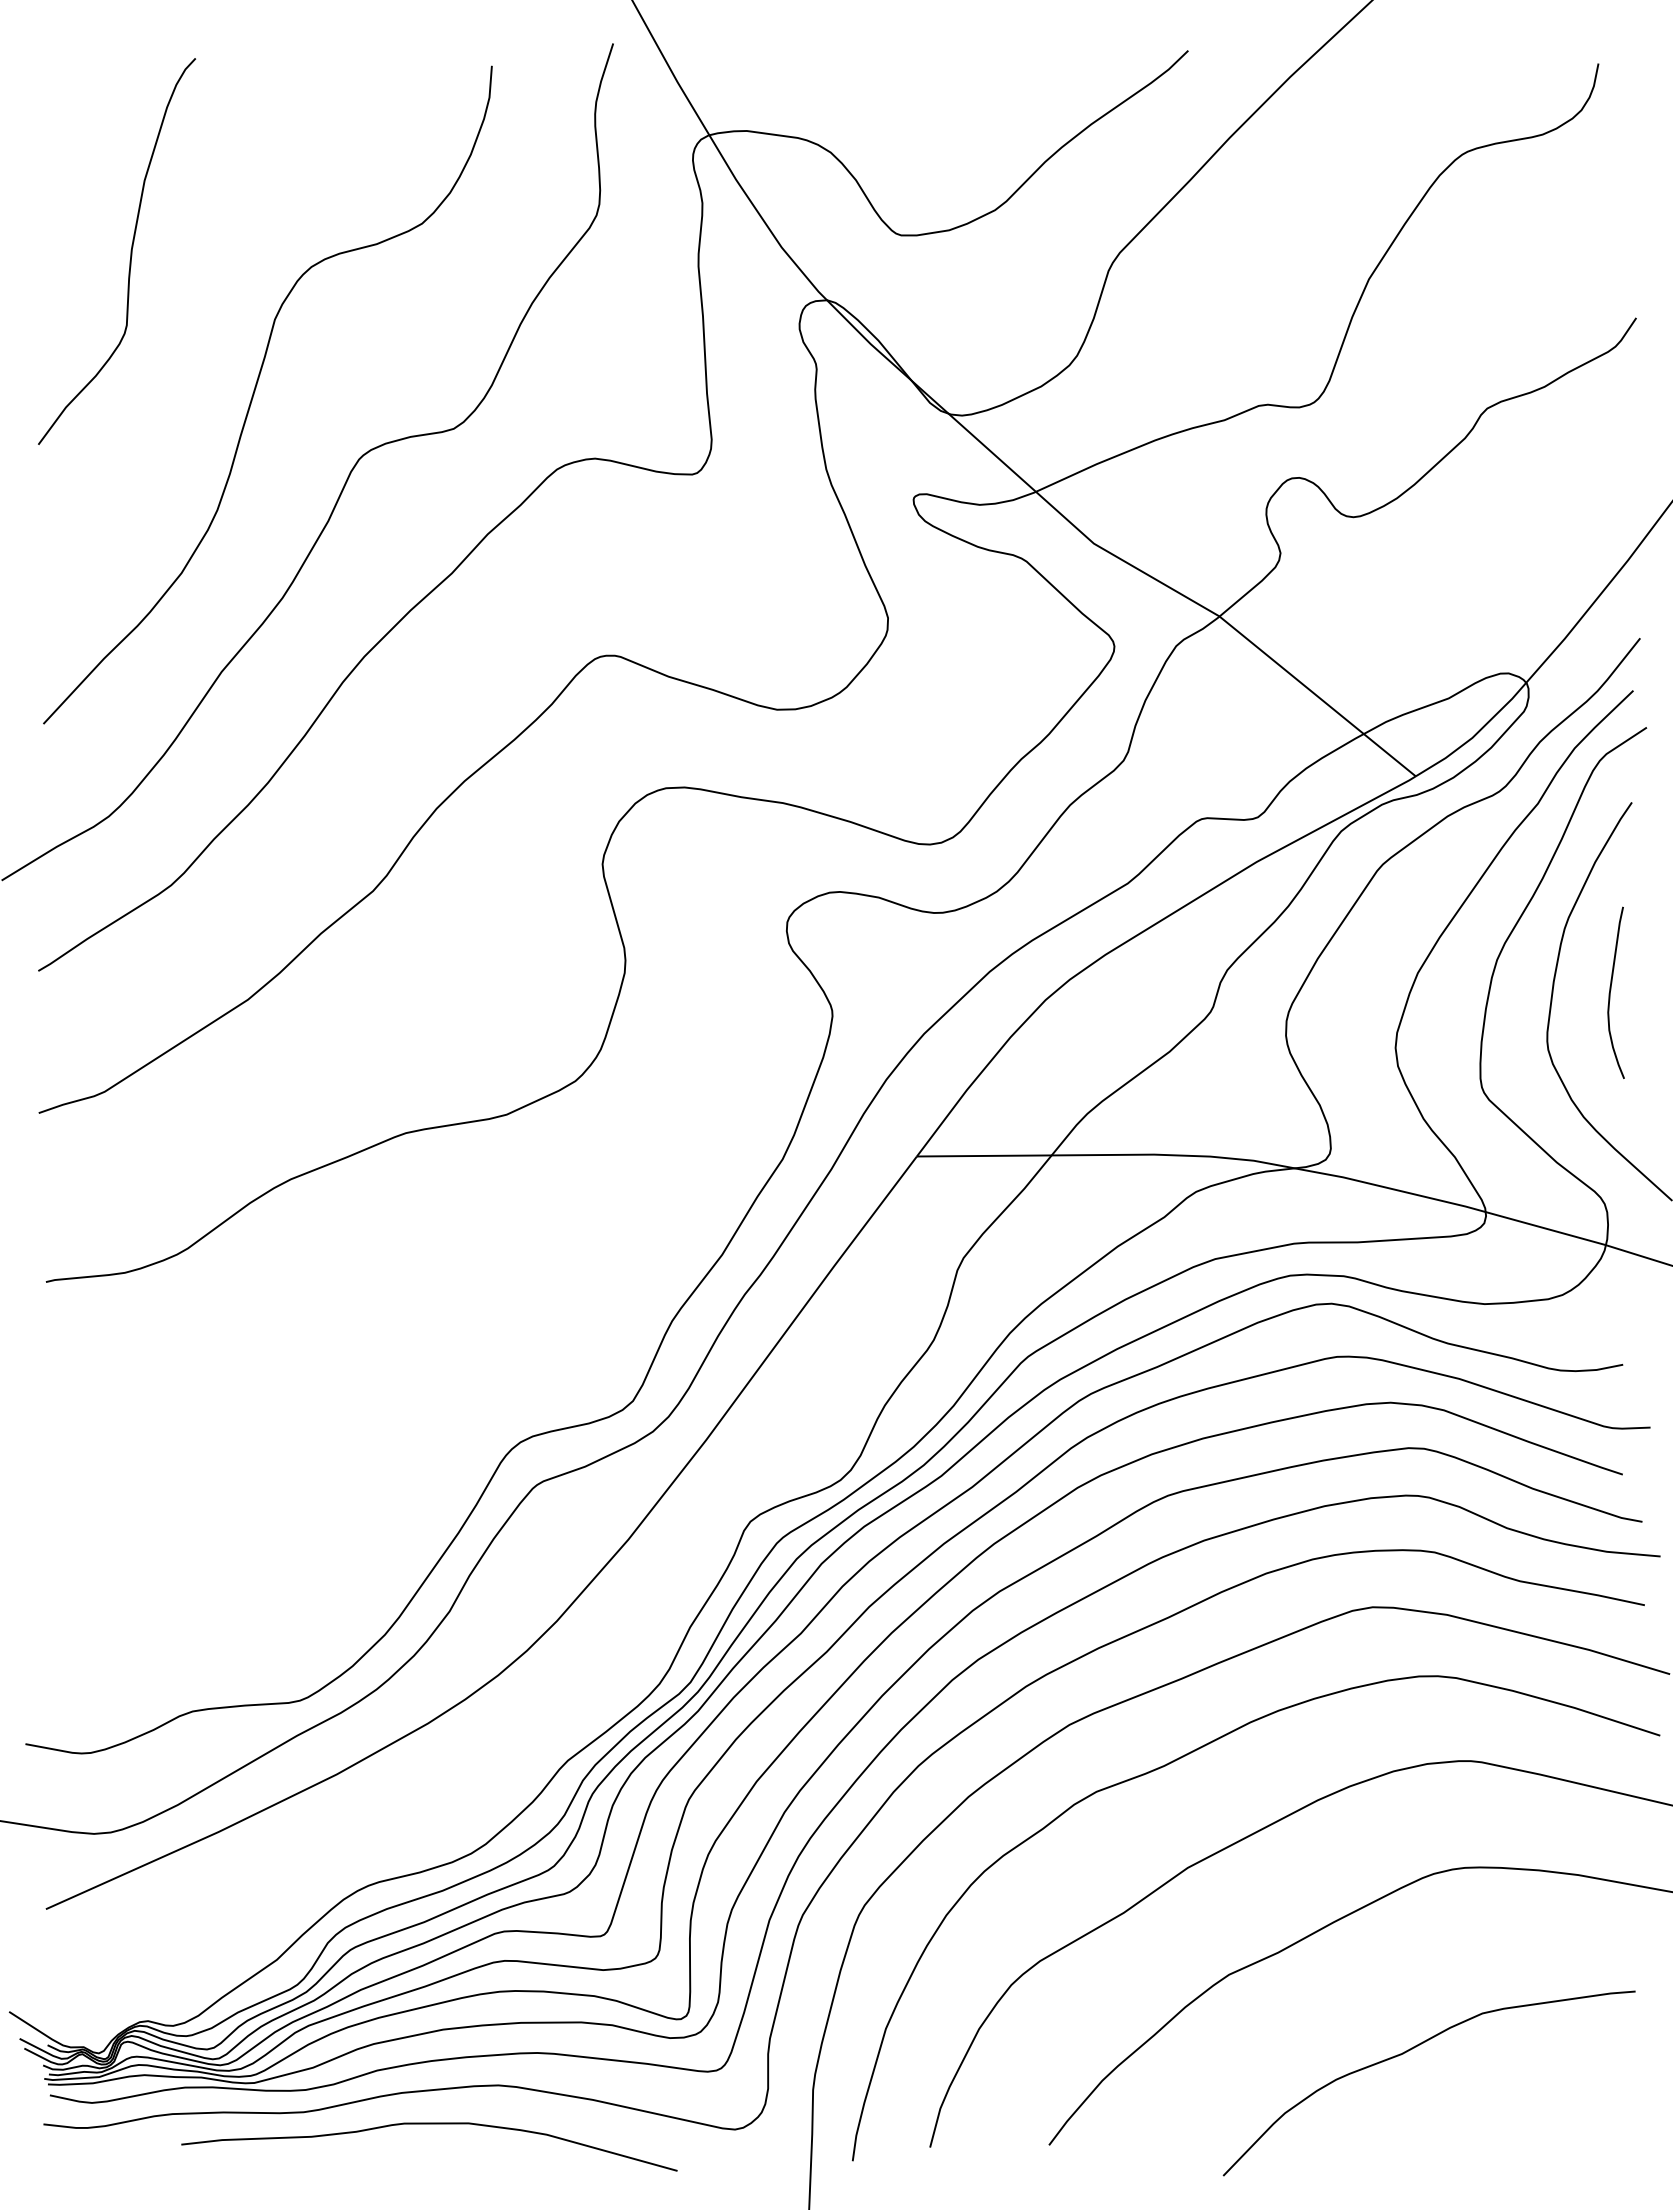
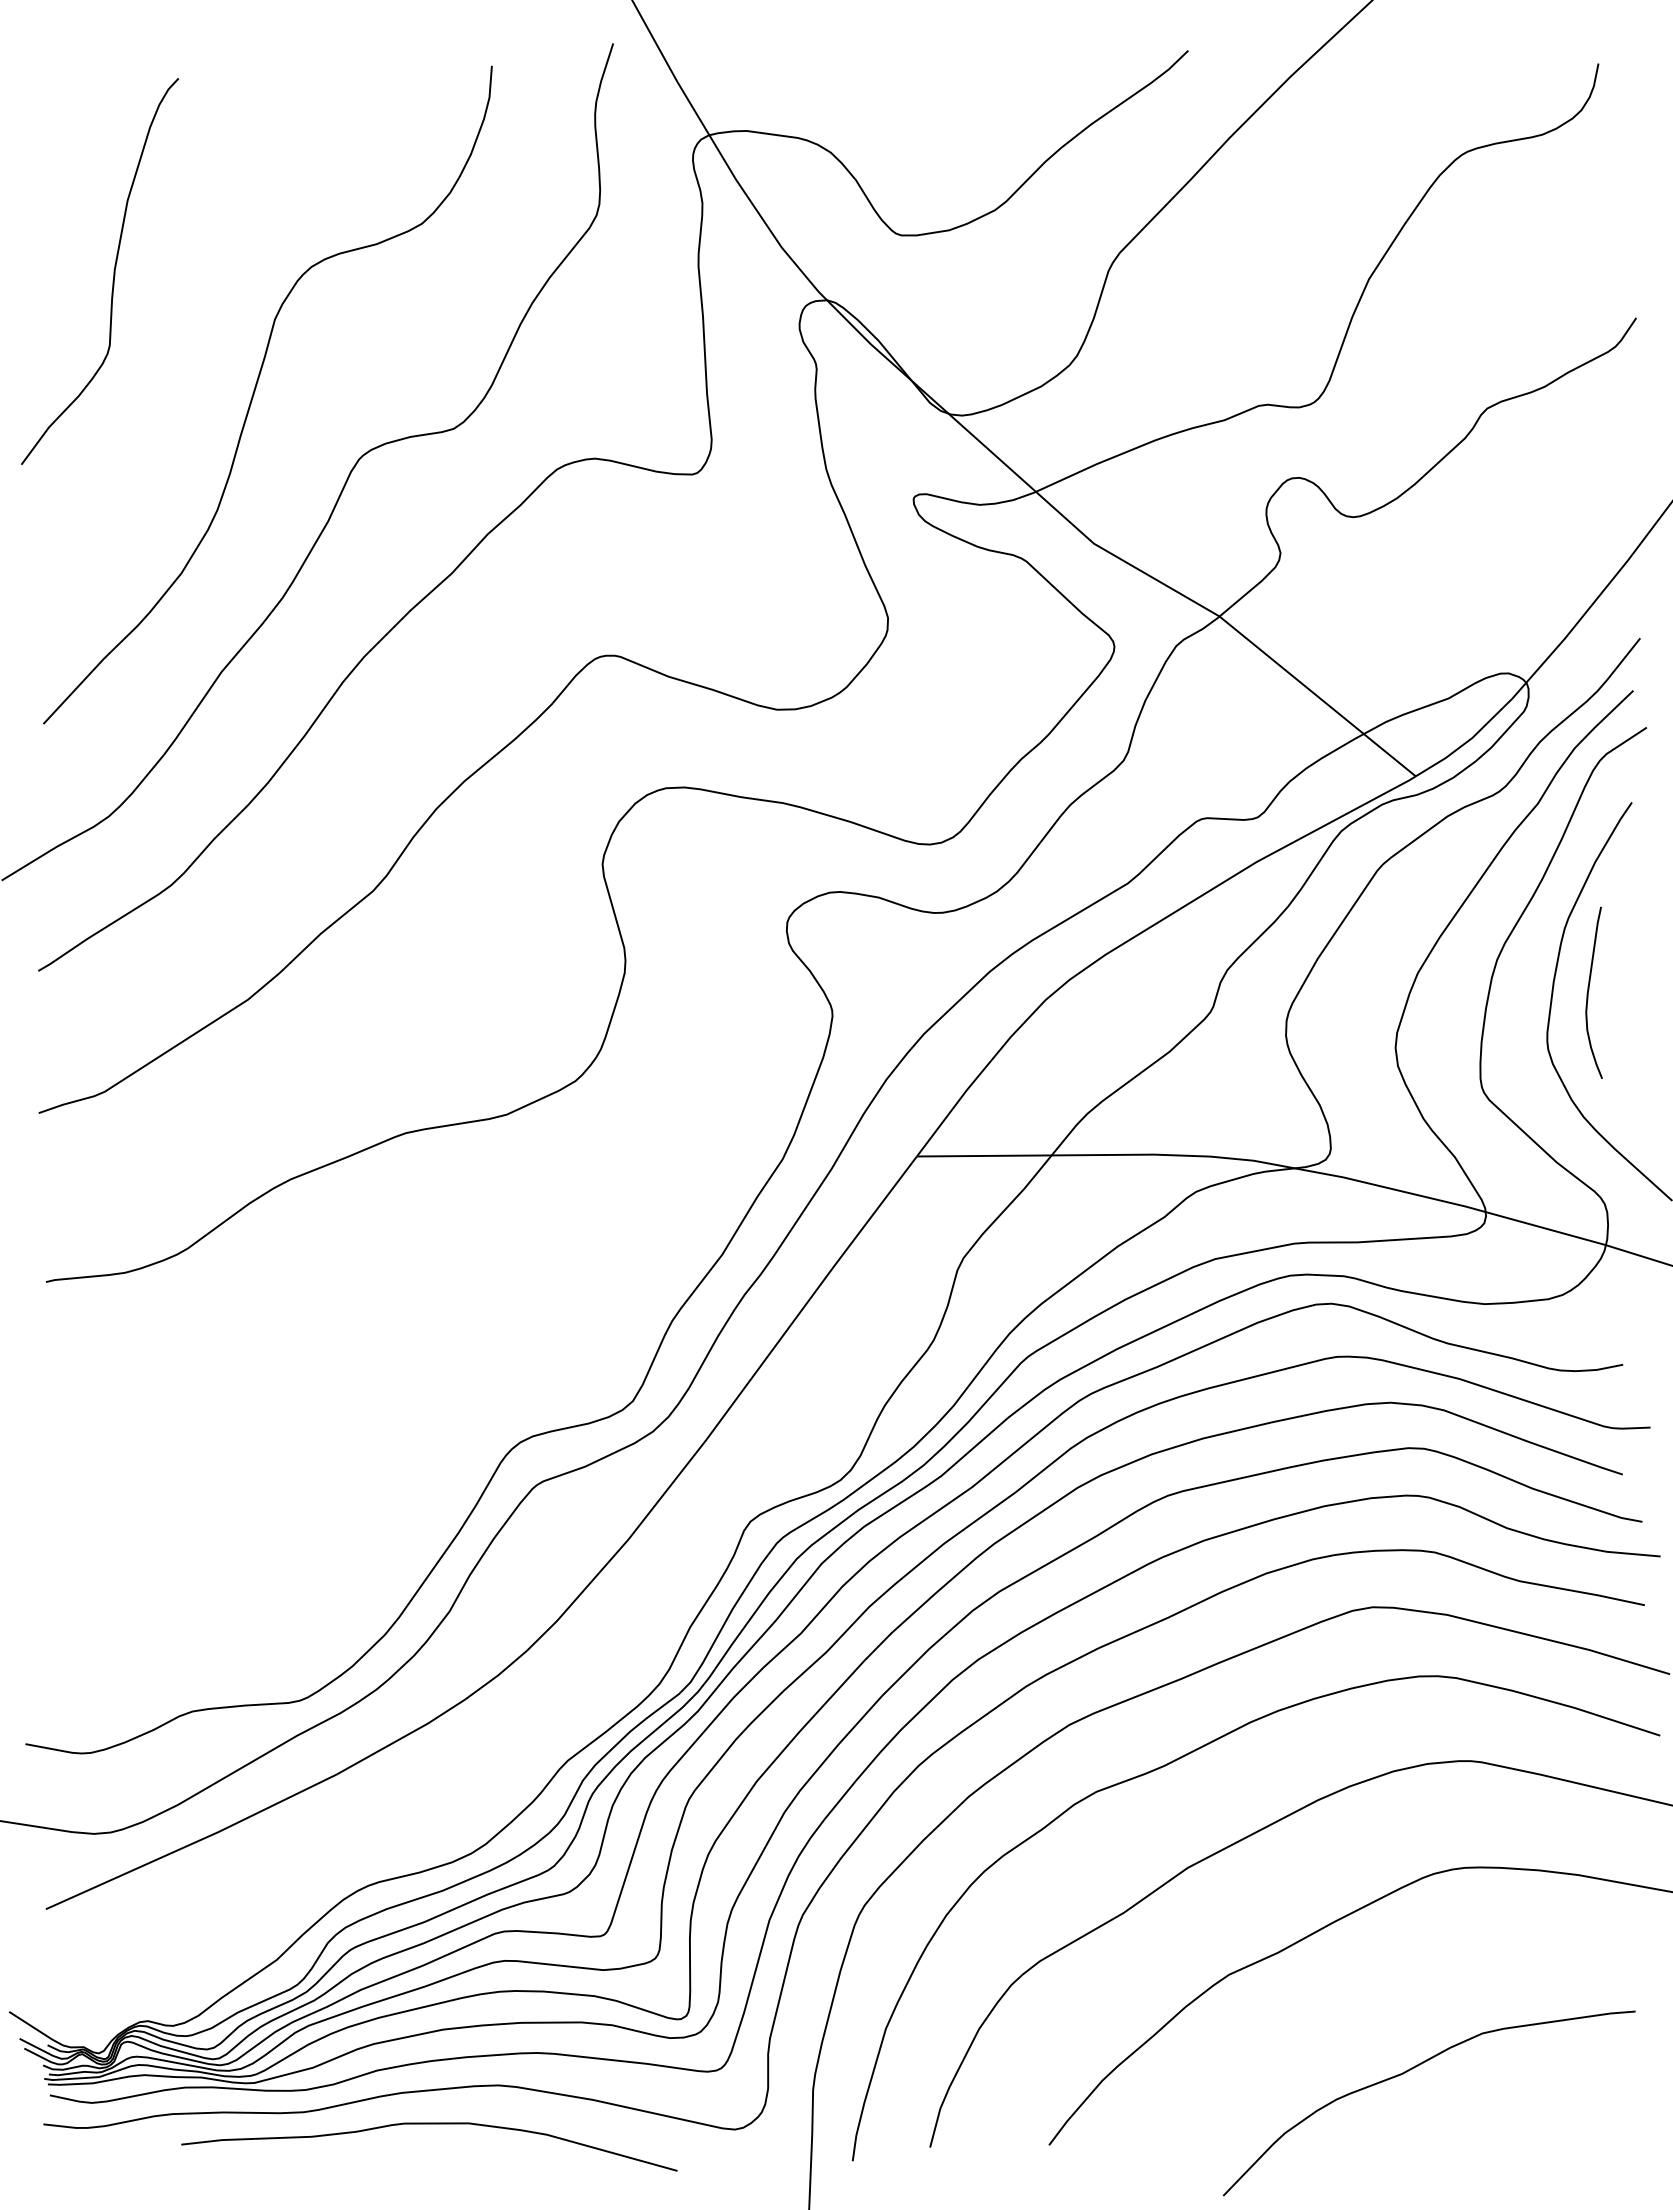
curve at (130, 251) position: (130, 251) -> (113, 271)
curve at (1611, 990) position: (1611, 990) -> (1589, 990)
curve at (1407, 2052) position: (1407, 2052) -> (1407, 2072)
